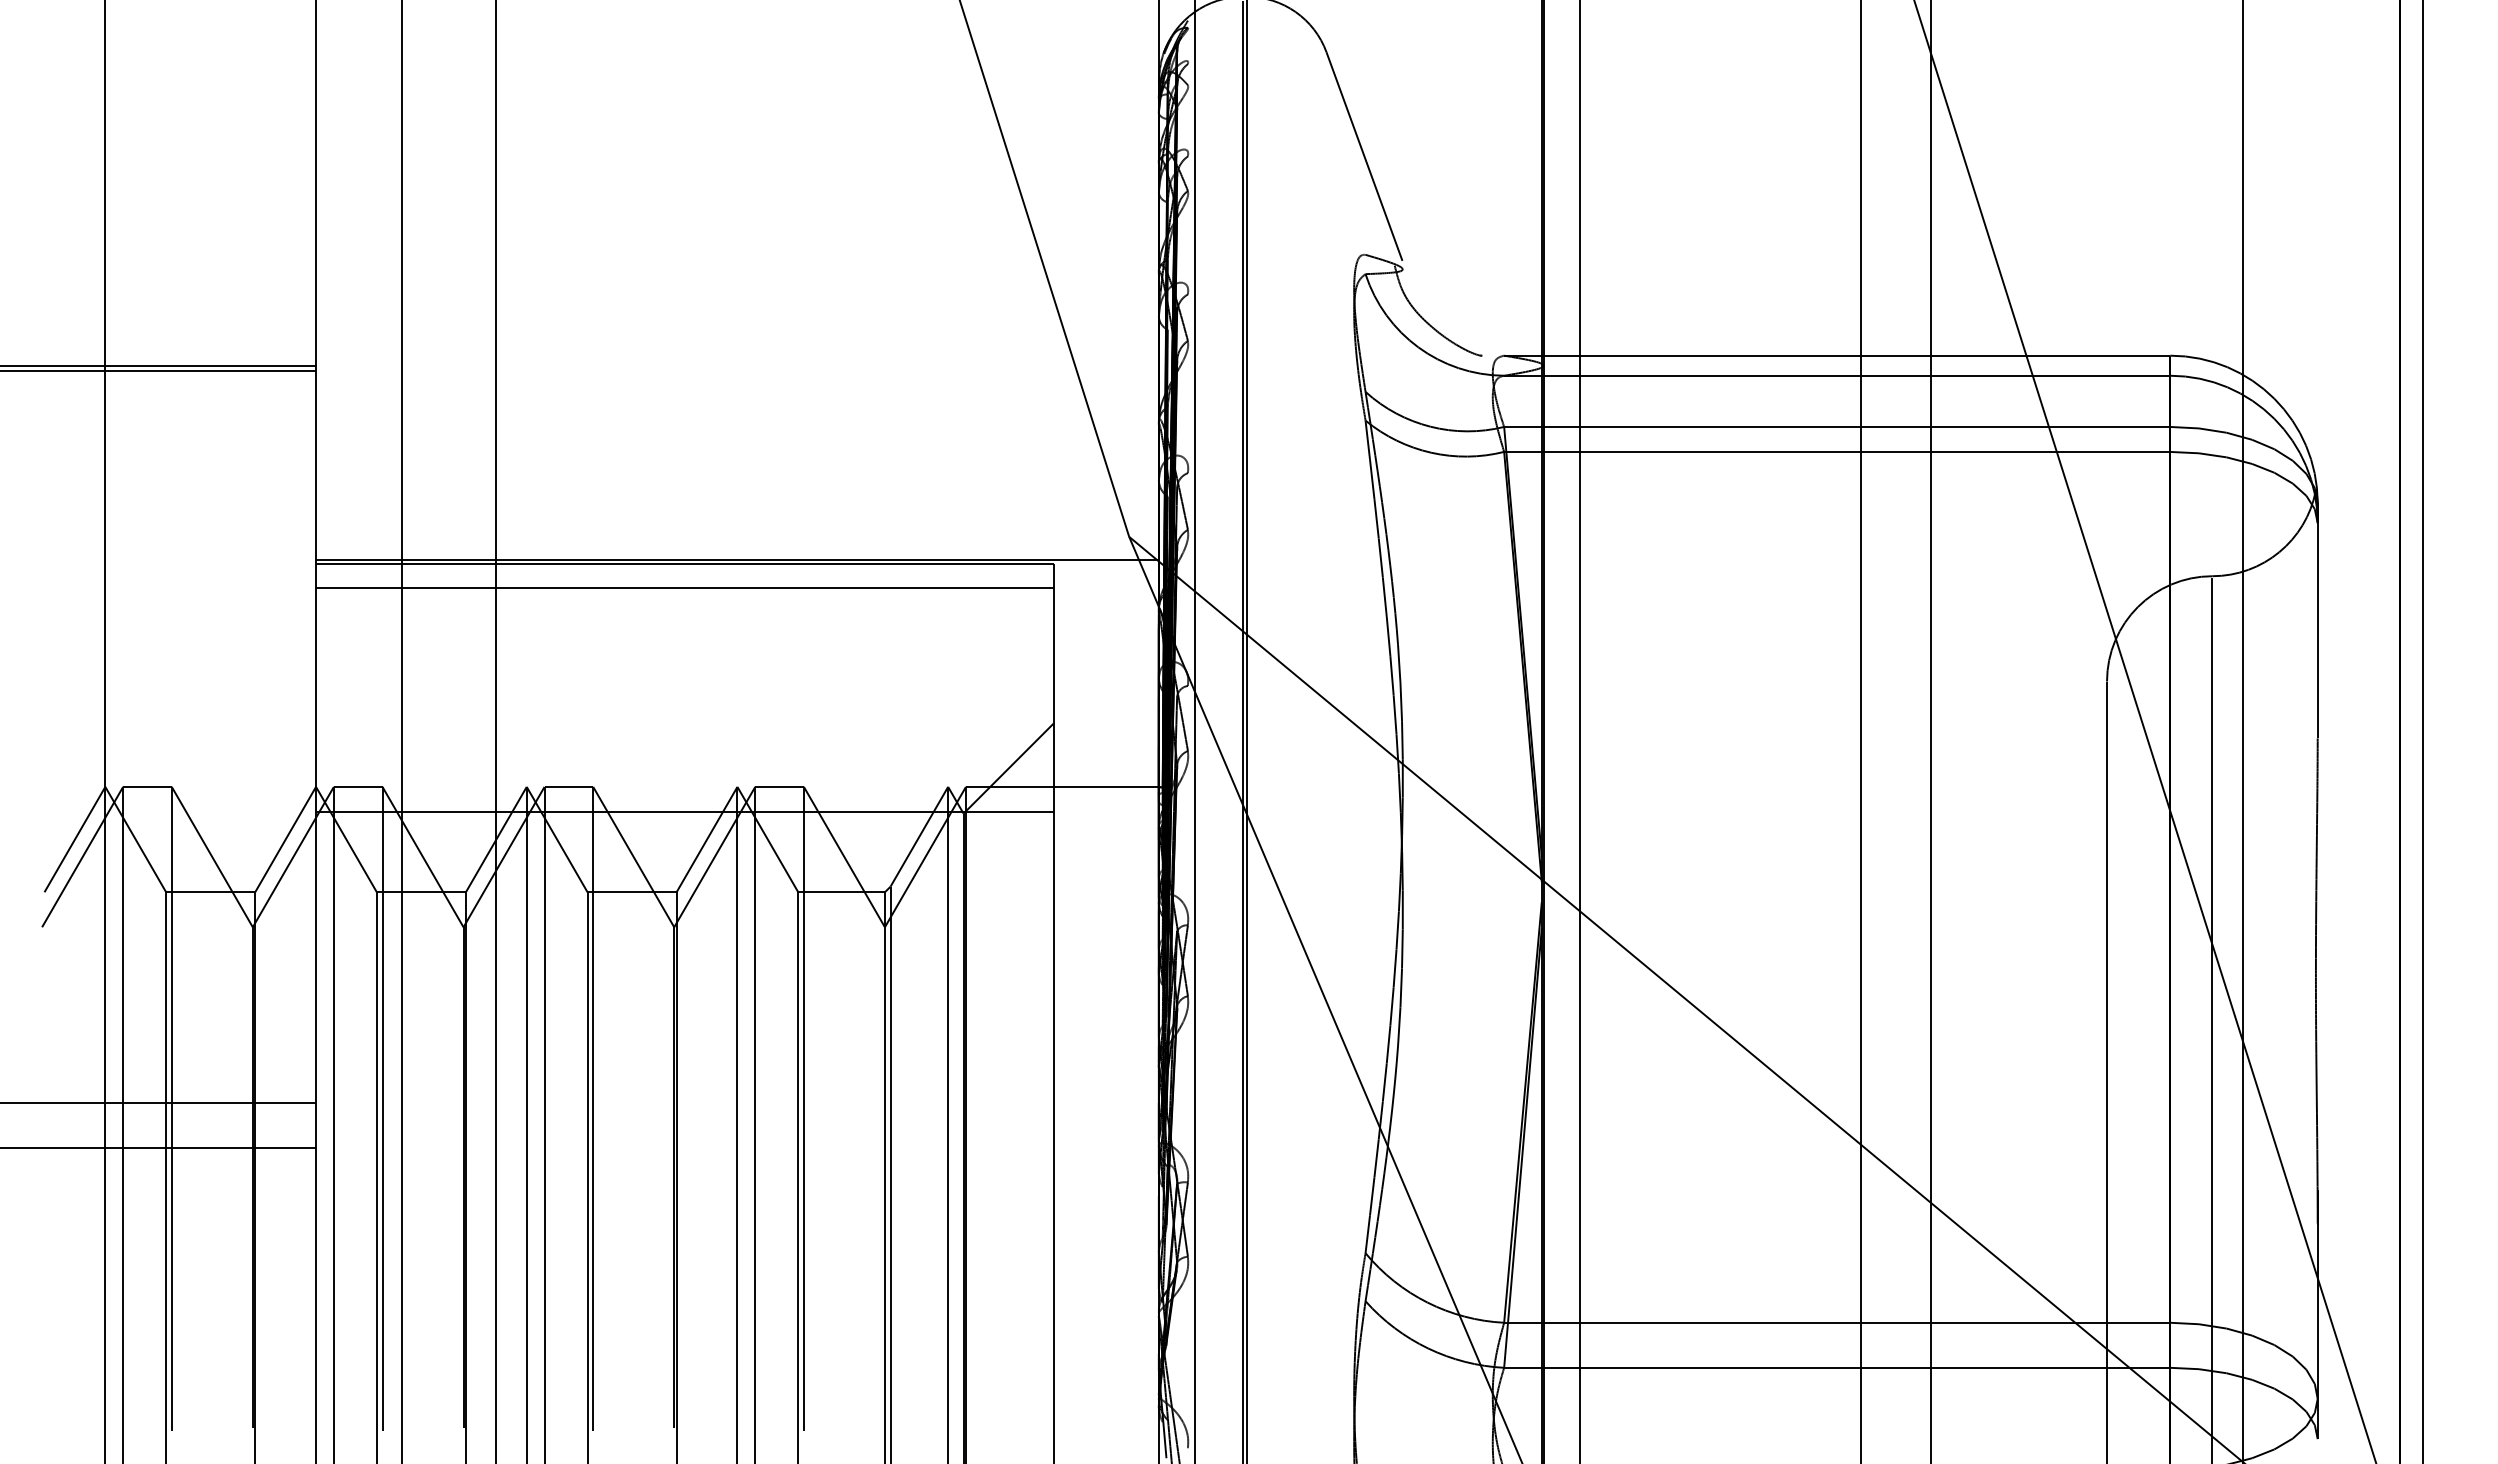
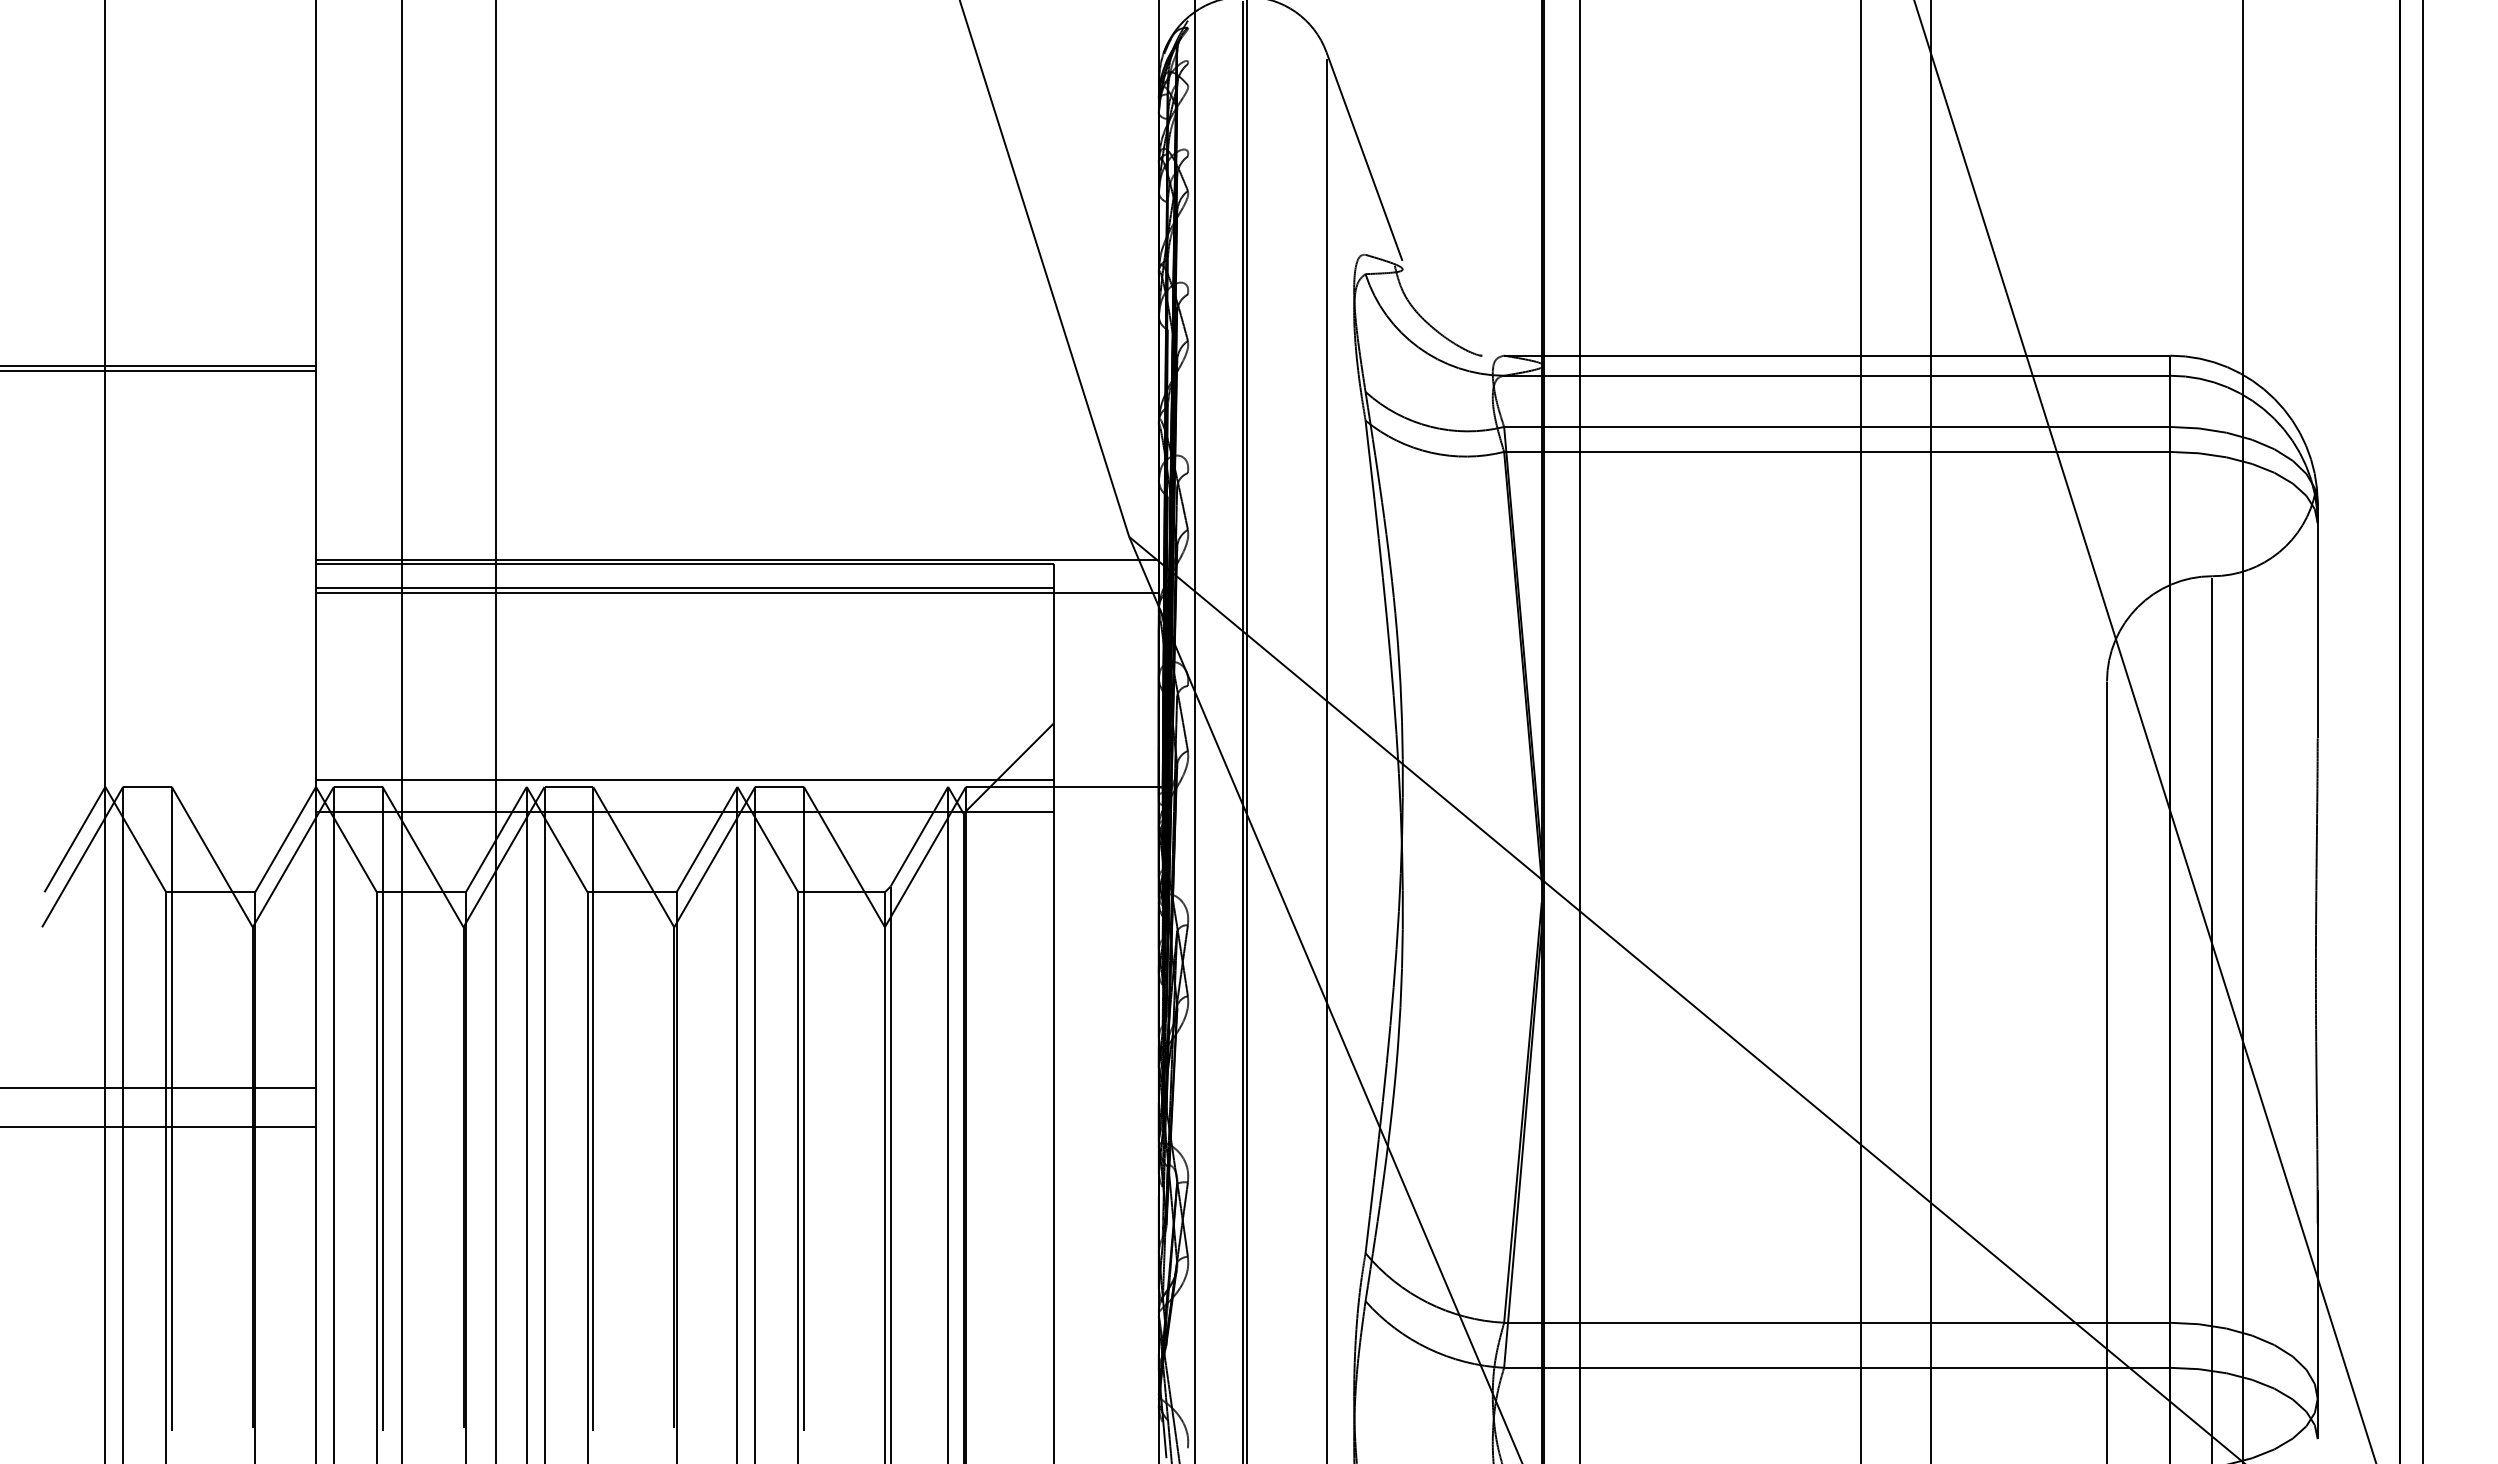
line at (737, 592): none -> present
line at (1326, 759): none -> present
line at (684, 779): none -> present
line at (159, 1103) position: (159, 1103) -> (159, 1088)
line at (159, 1147) position: (159, 1147) -> (159, 1126)
